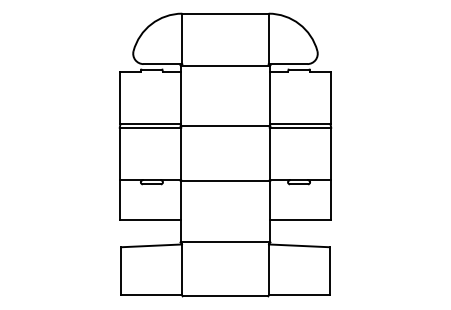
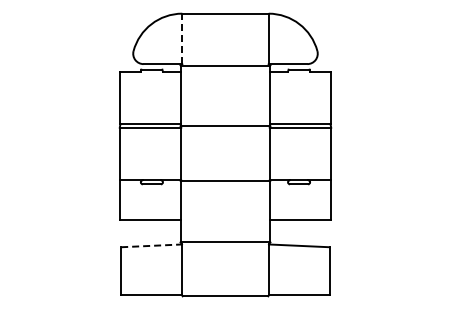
line at (182, 38): solid -> dashed
line at (152, 245): solid -> dashed
